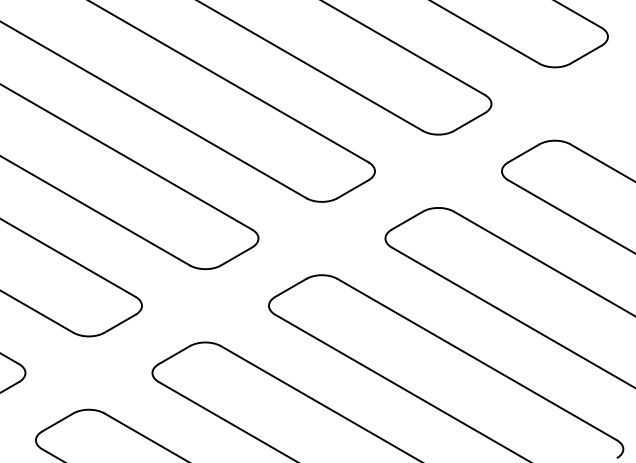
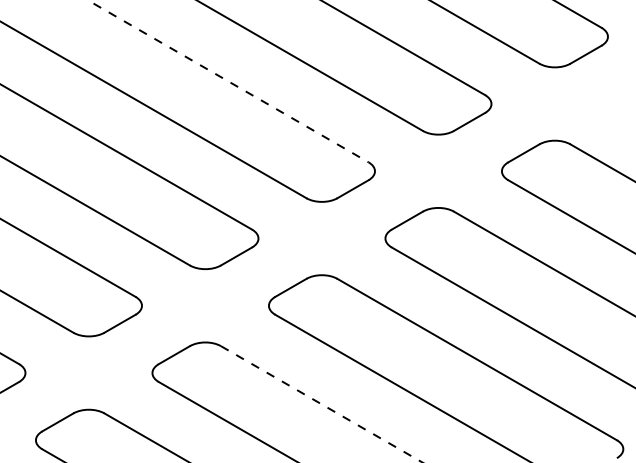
line at (228, 81): solid -> dashed
line at (322, 404): solid -> dashed
